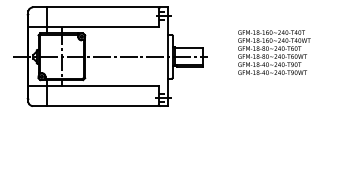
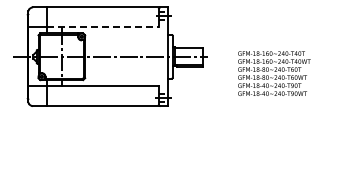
line at (102, 27): solid -> dashed
text at (274, 52) position: (274, 52) -> (274, 73)
